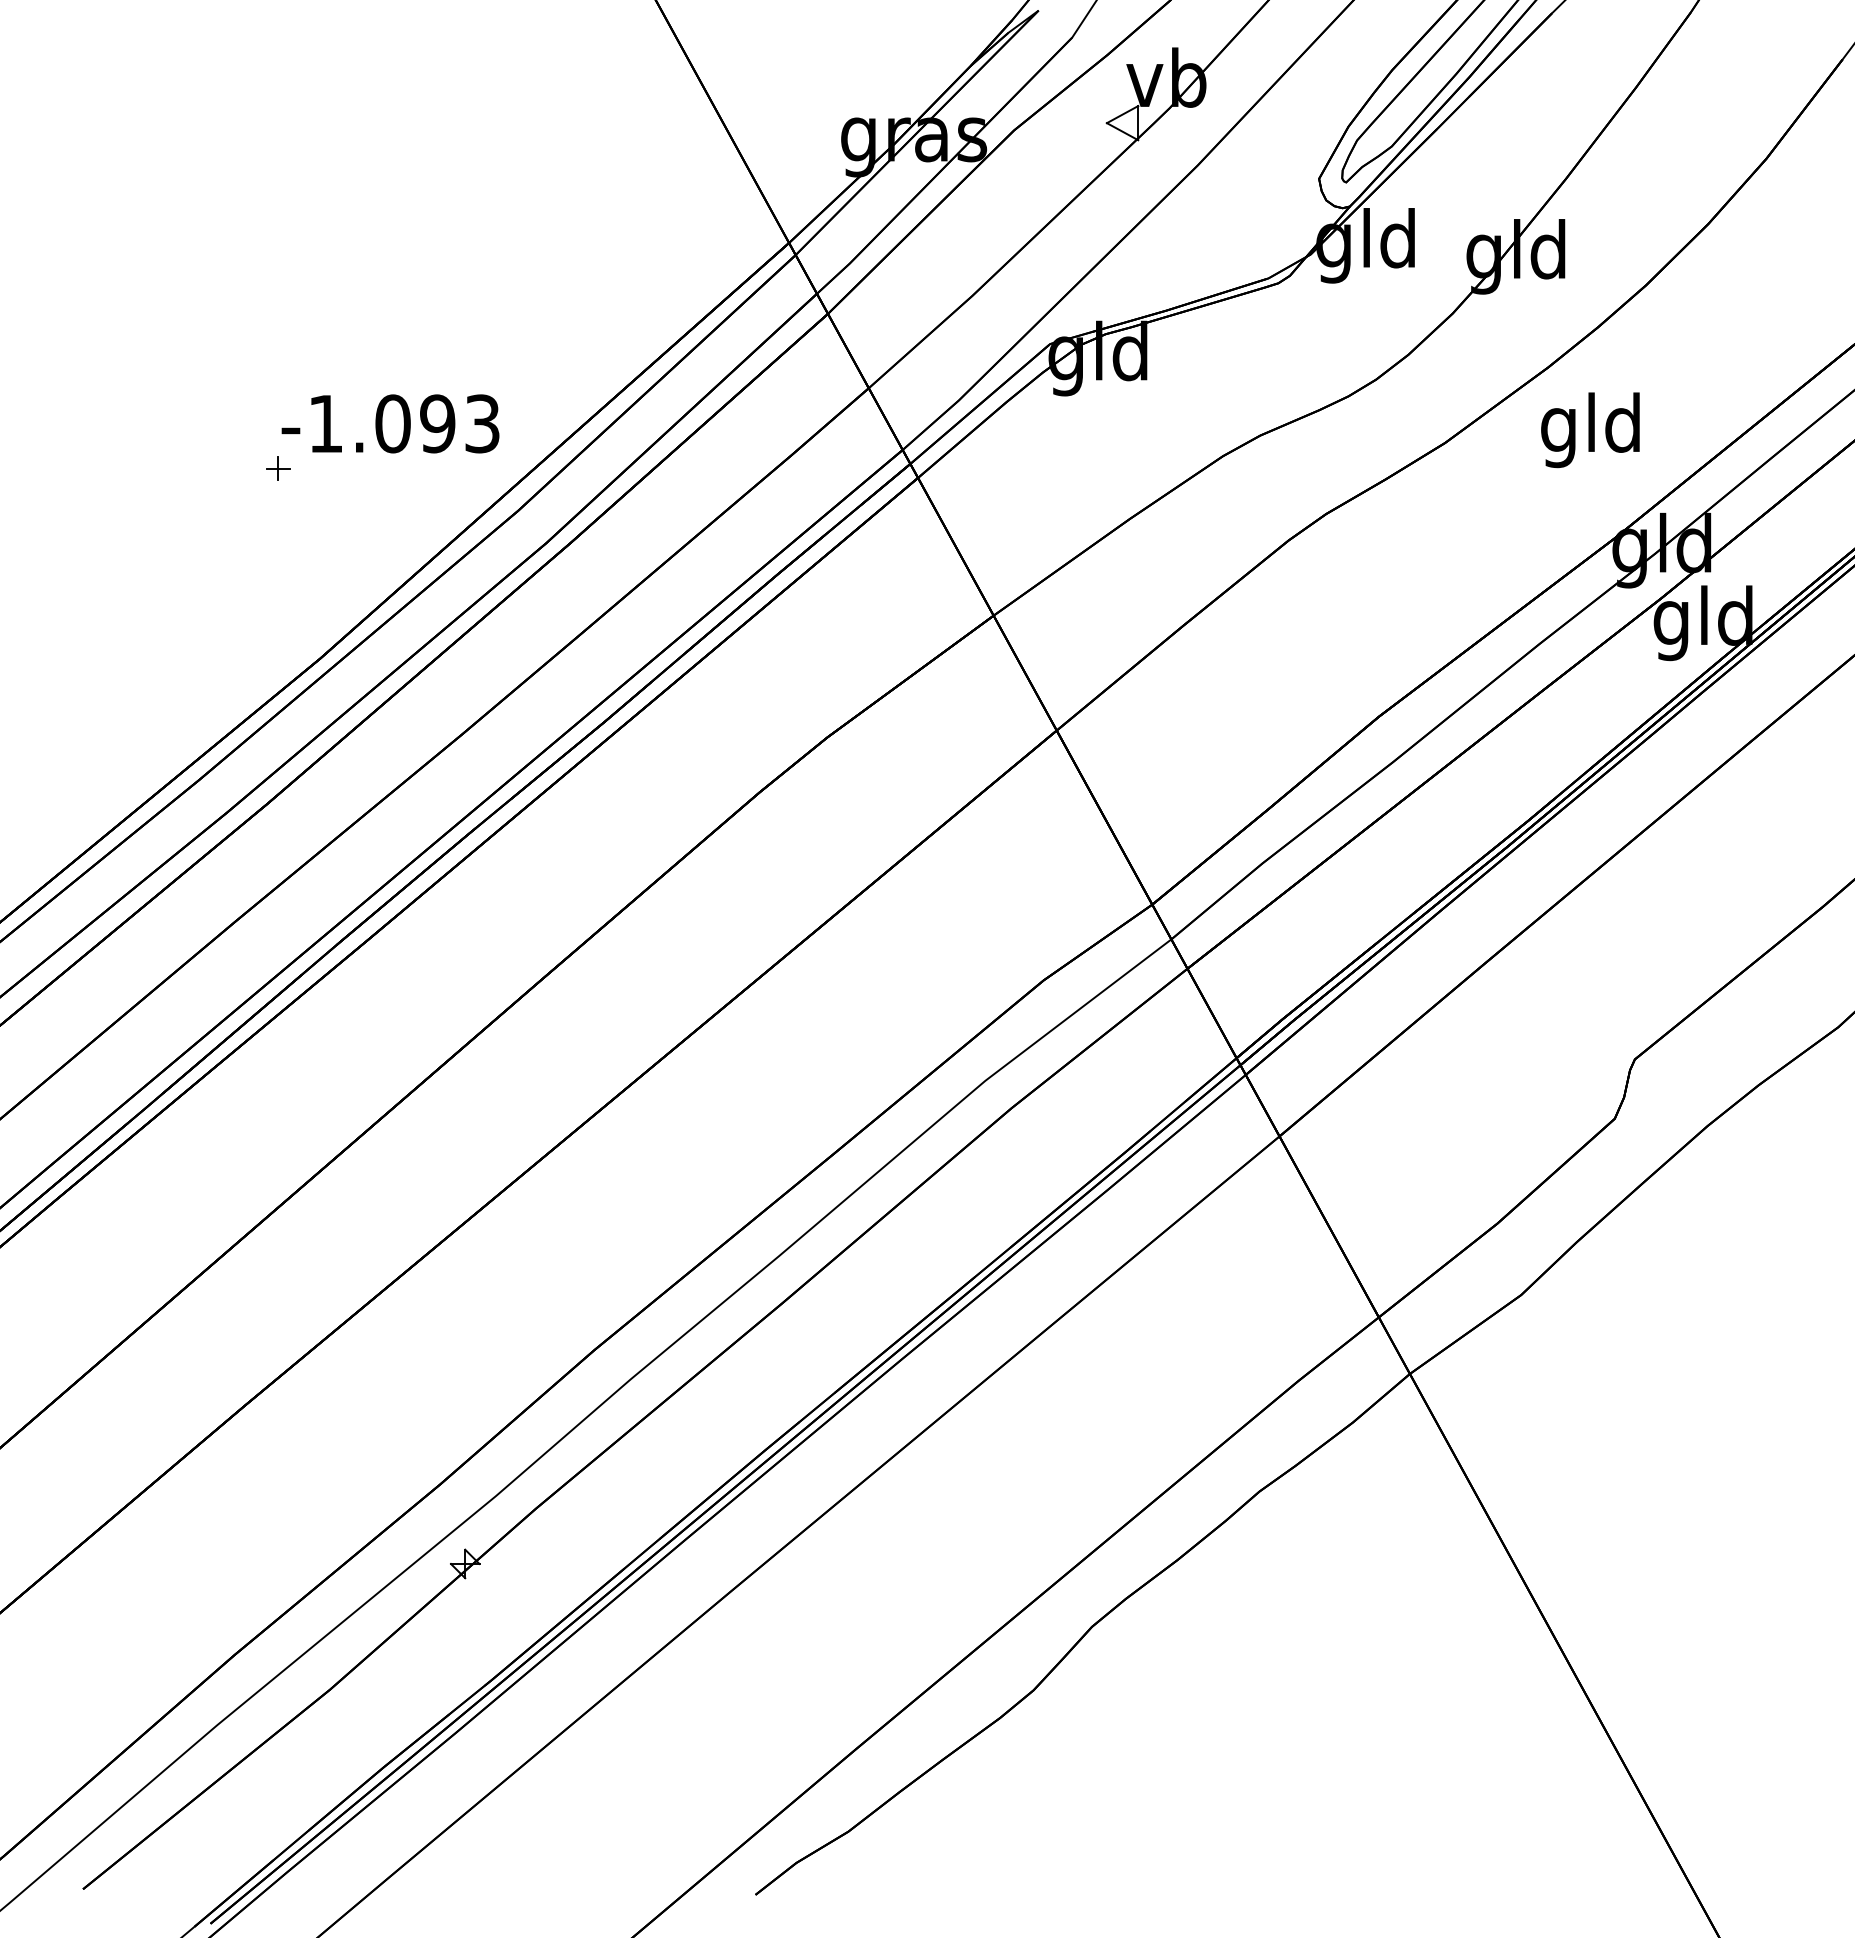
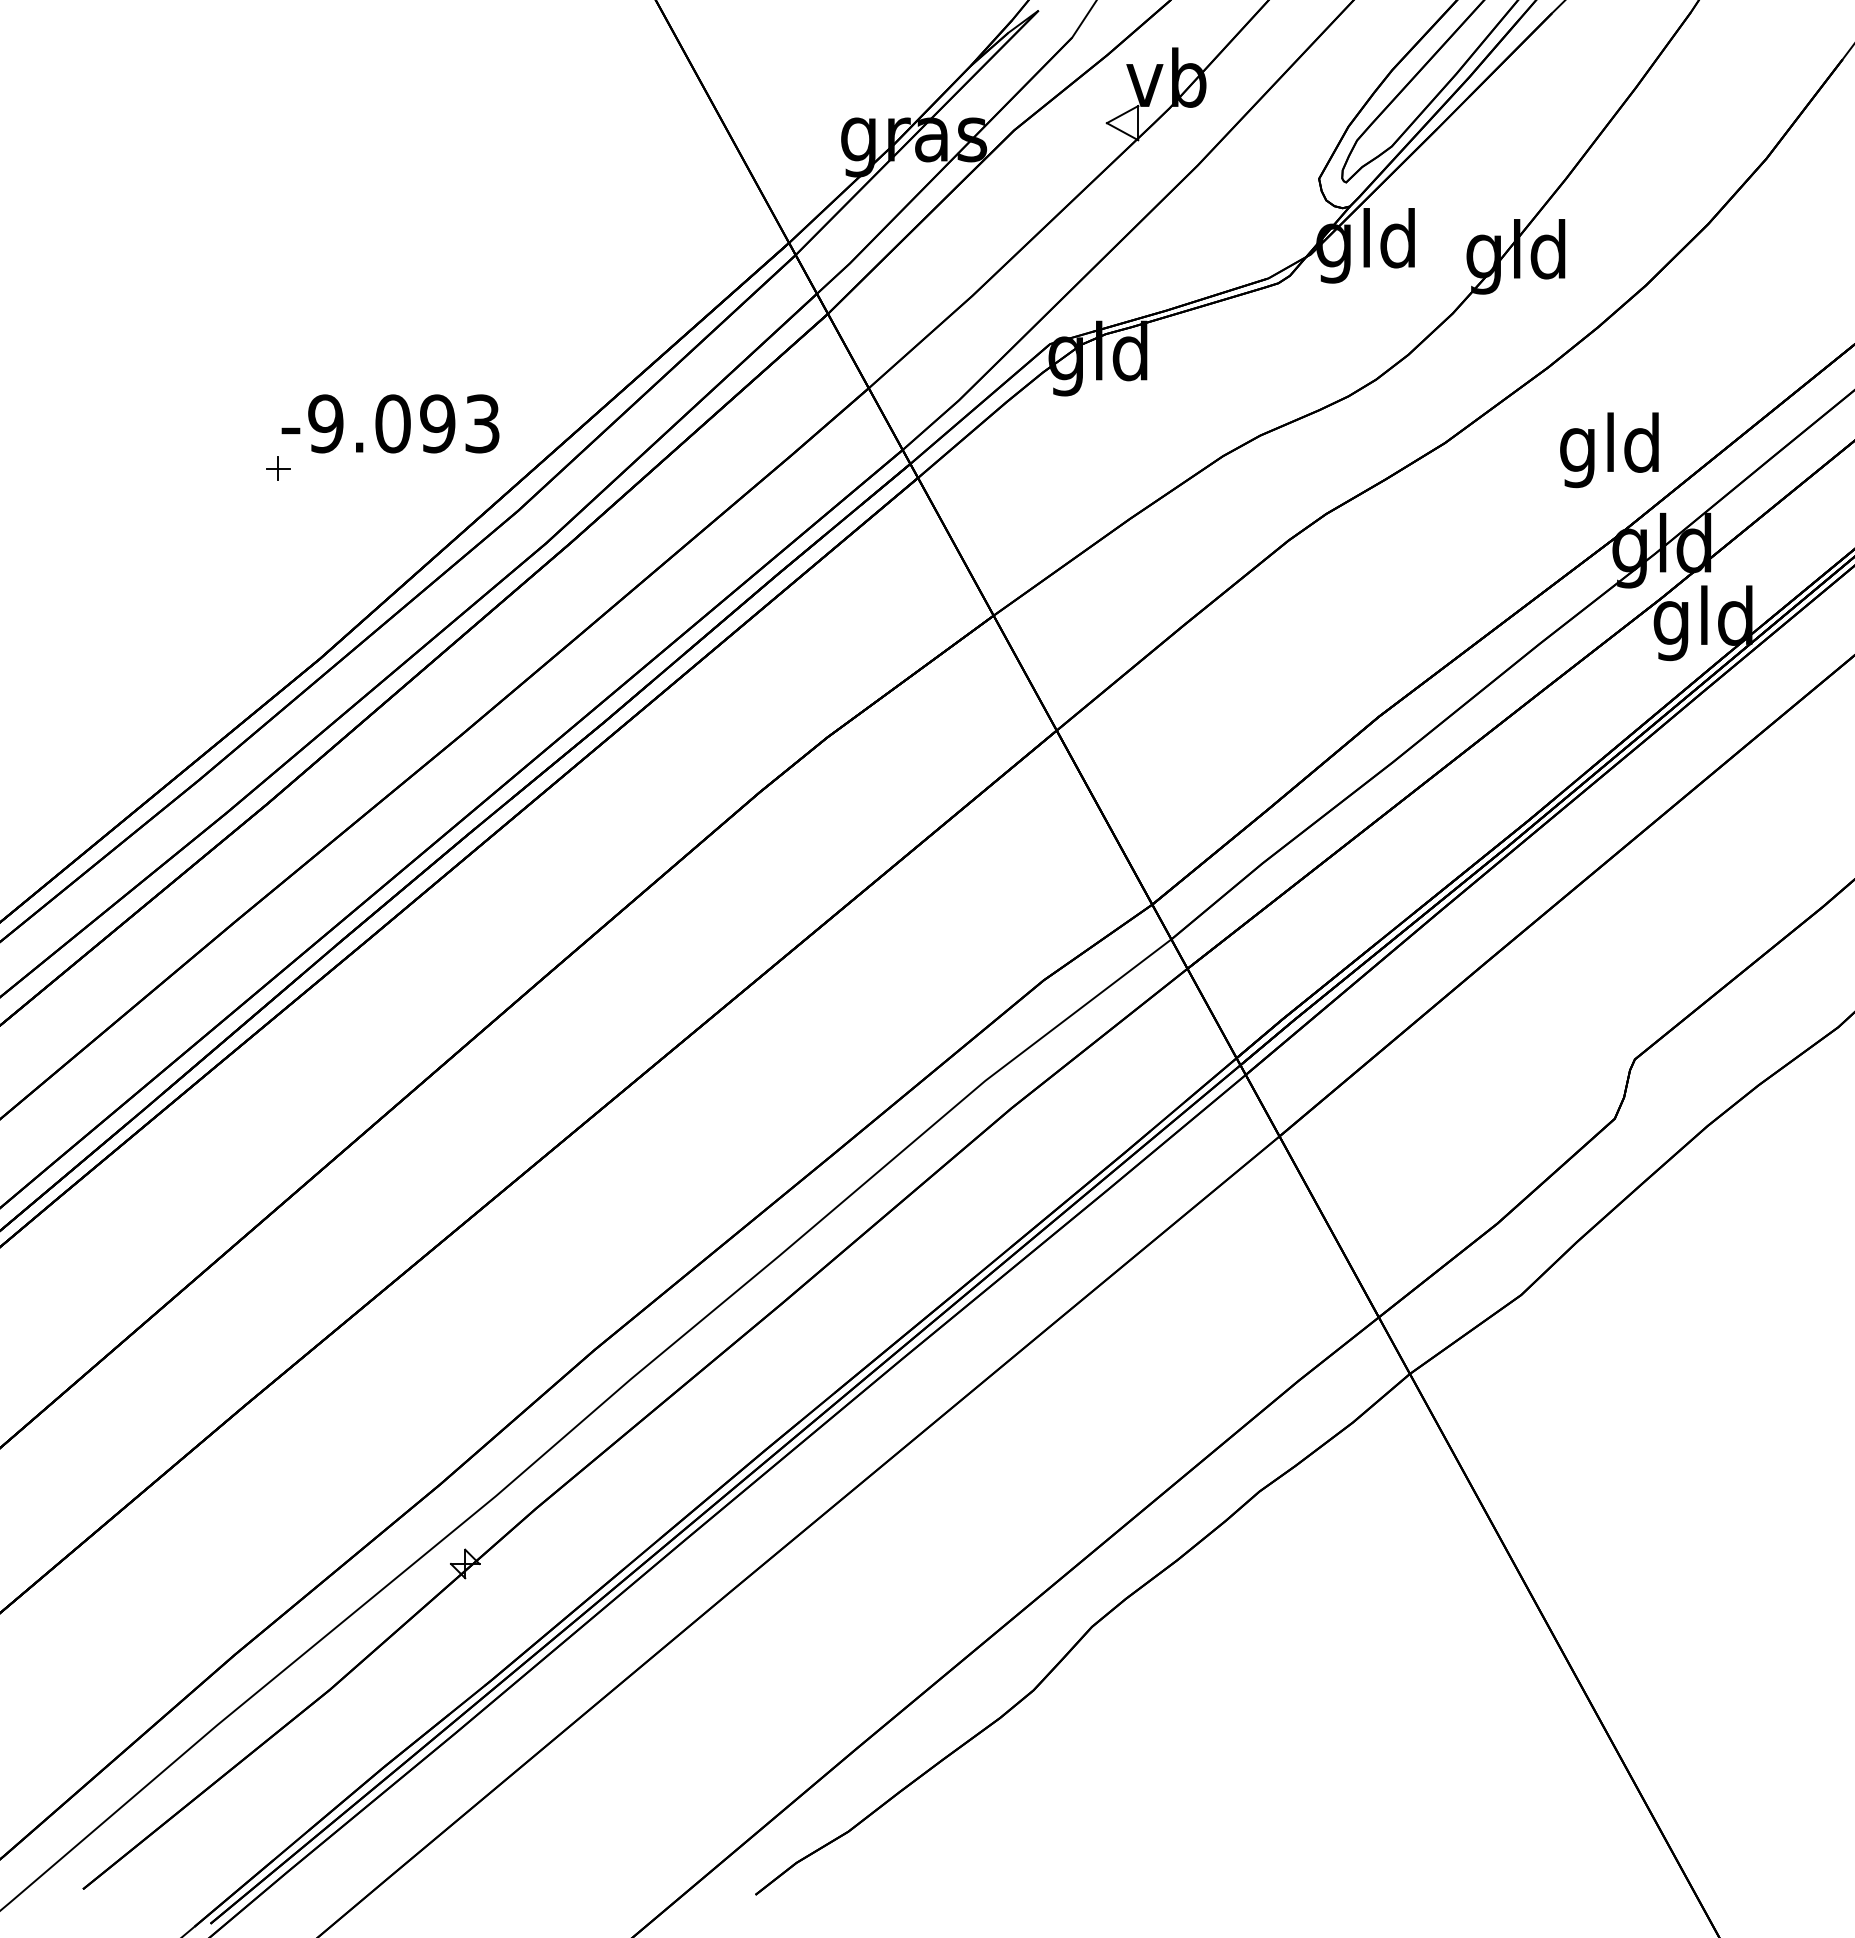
text at (325, 423): -1.093 -> -9.093
text at (1590, 430) position: (1590, 430) -> (1609, 450)
